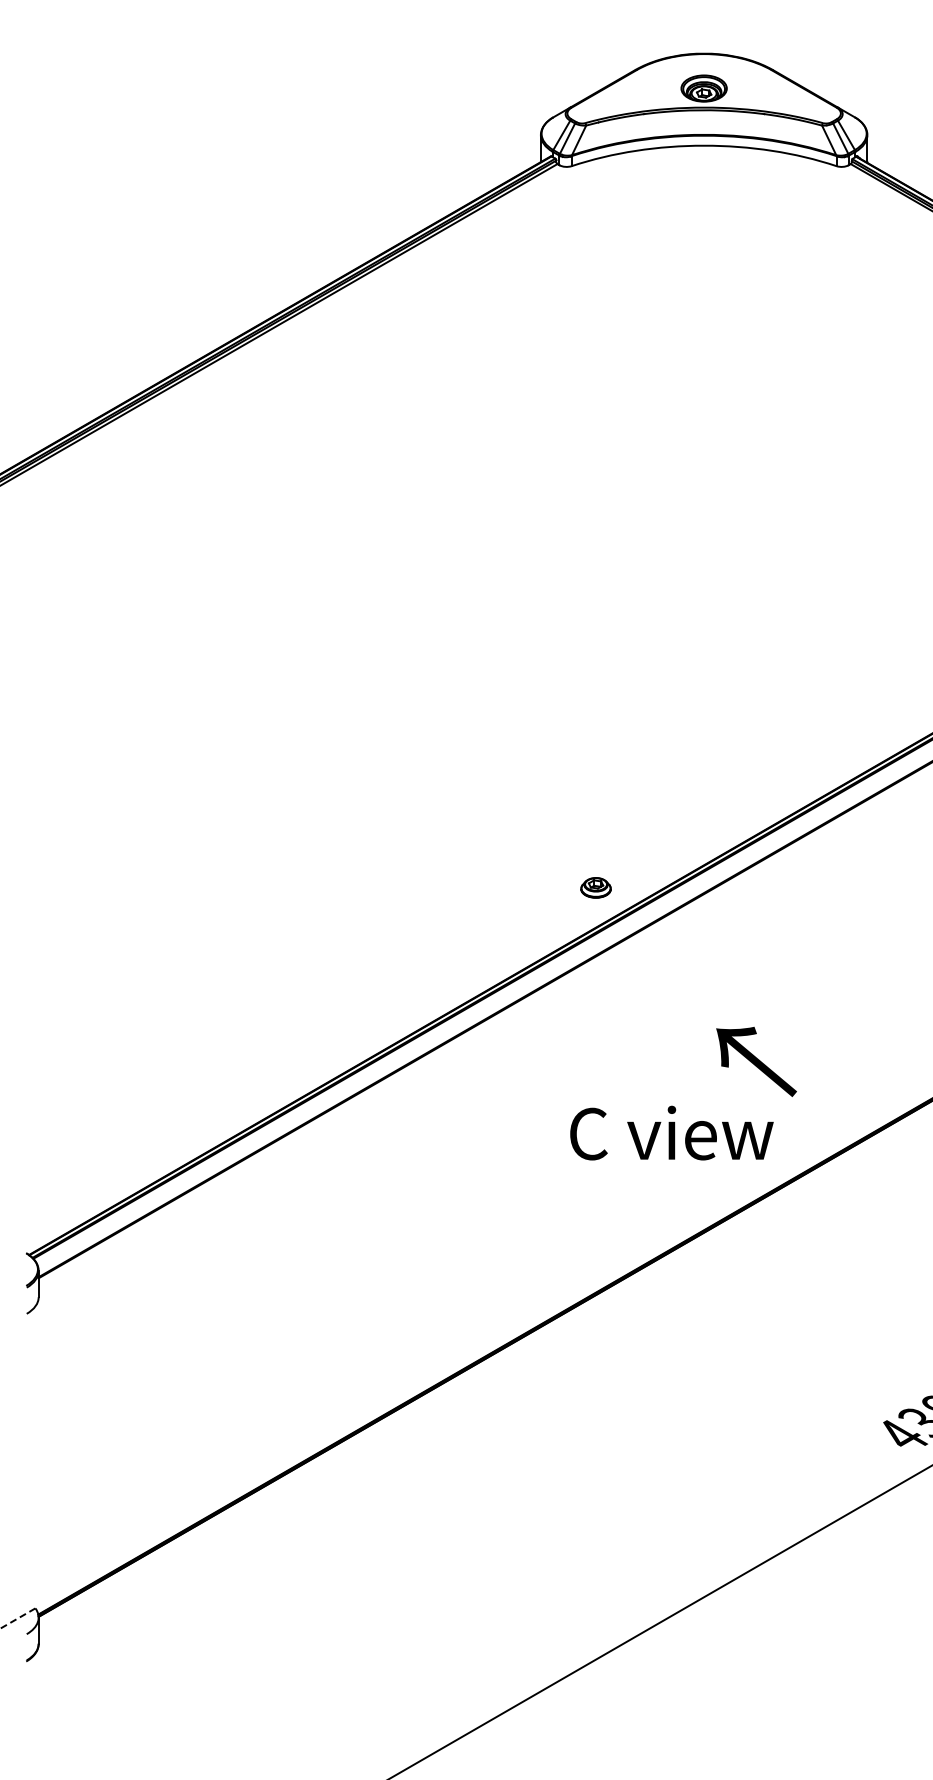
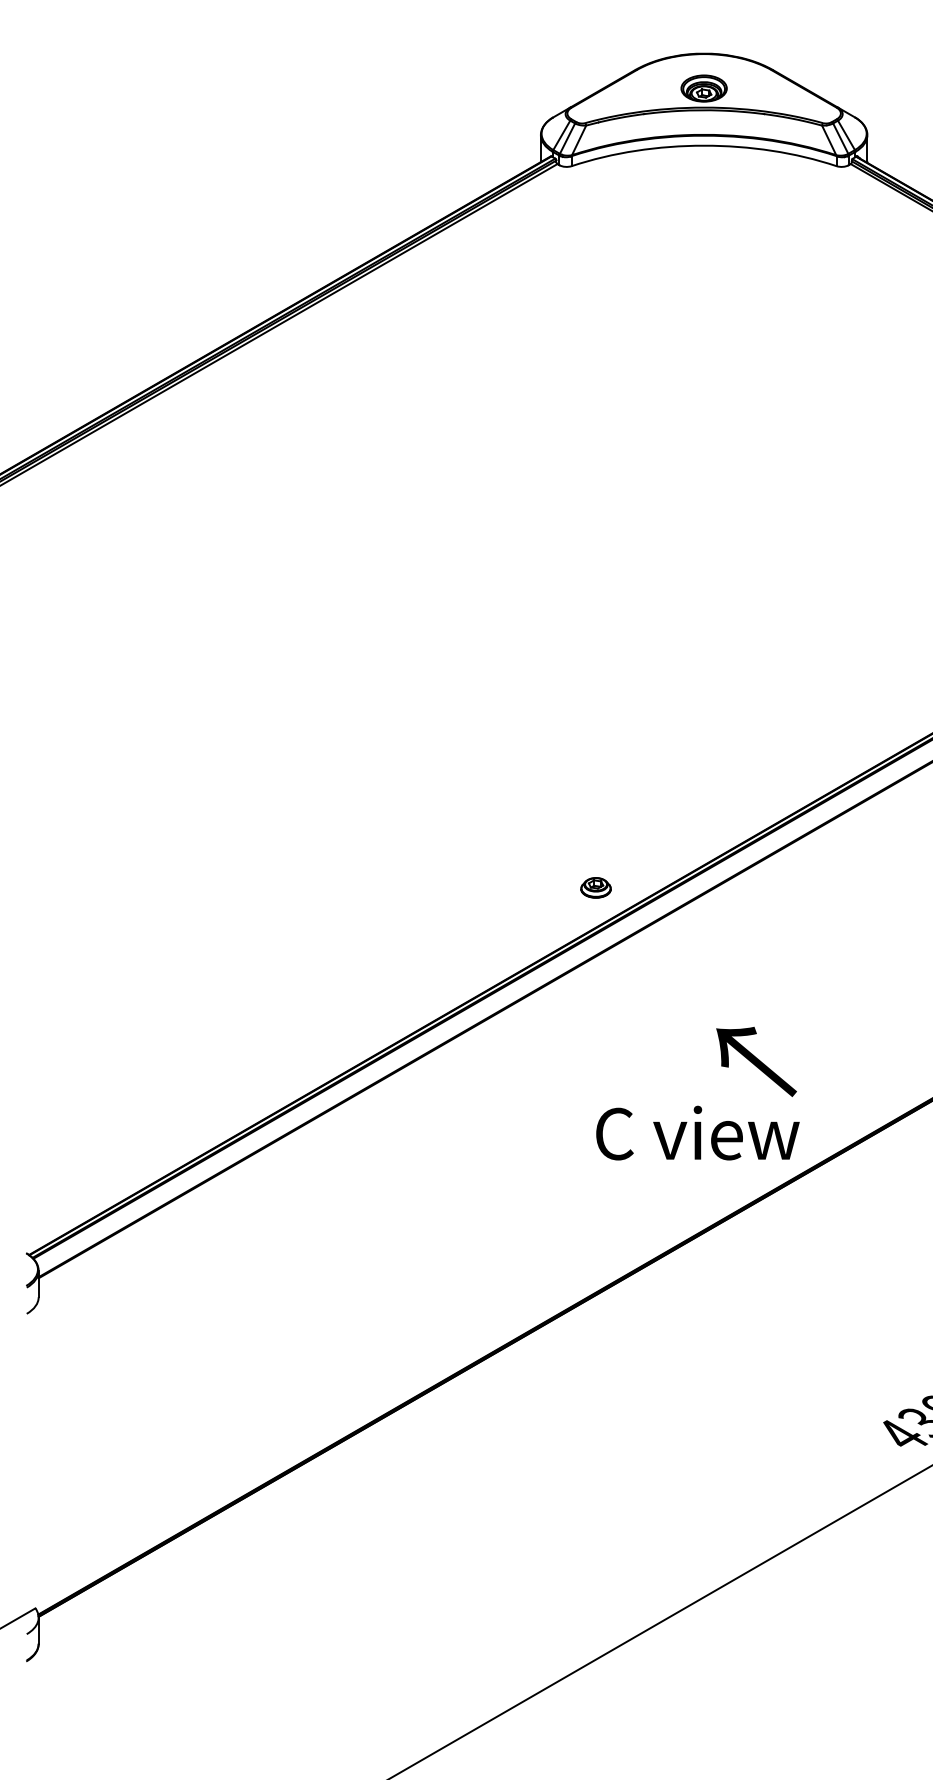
text at (671, 1132) position: (671, 1132) -> (697, 1132)
line at (17, 1618): dashed -> solid
